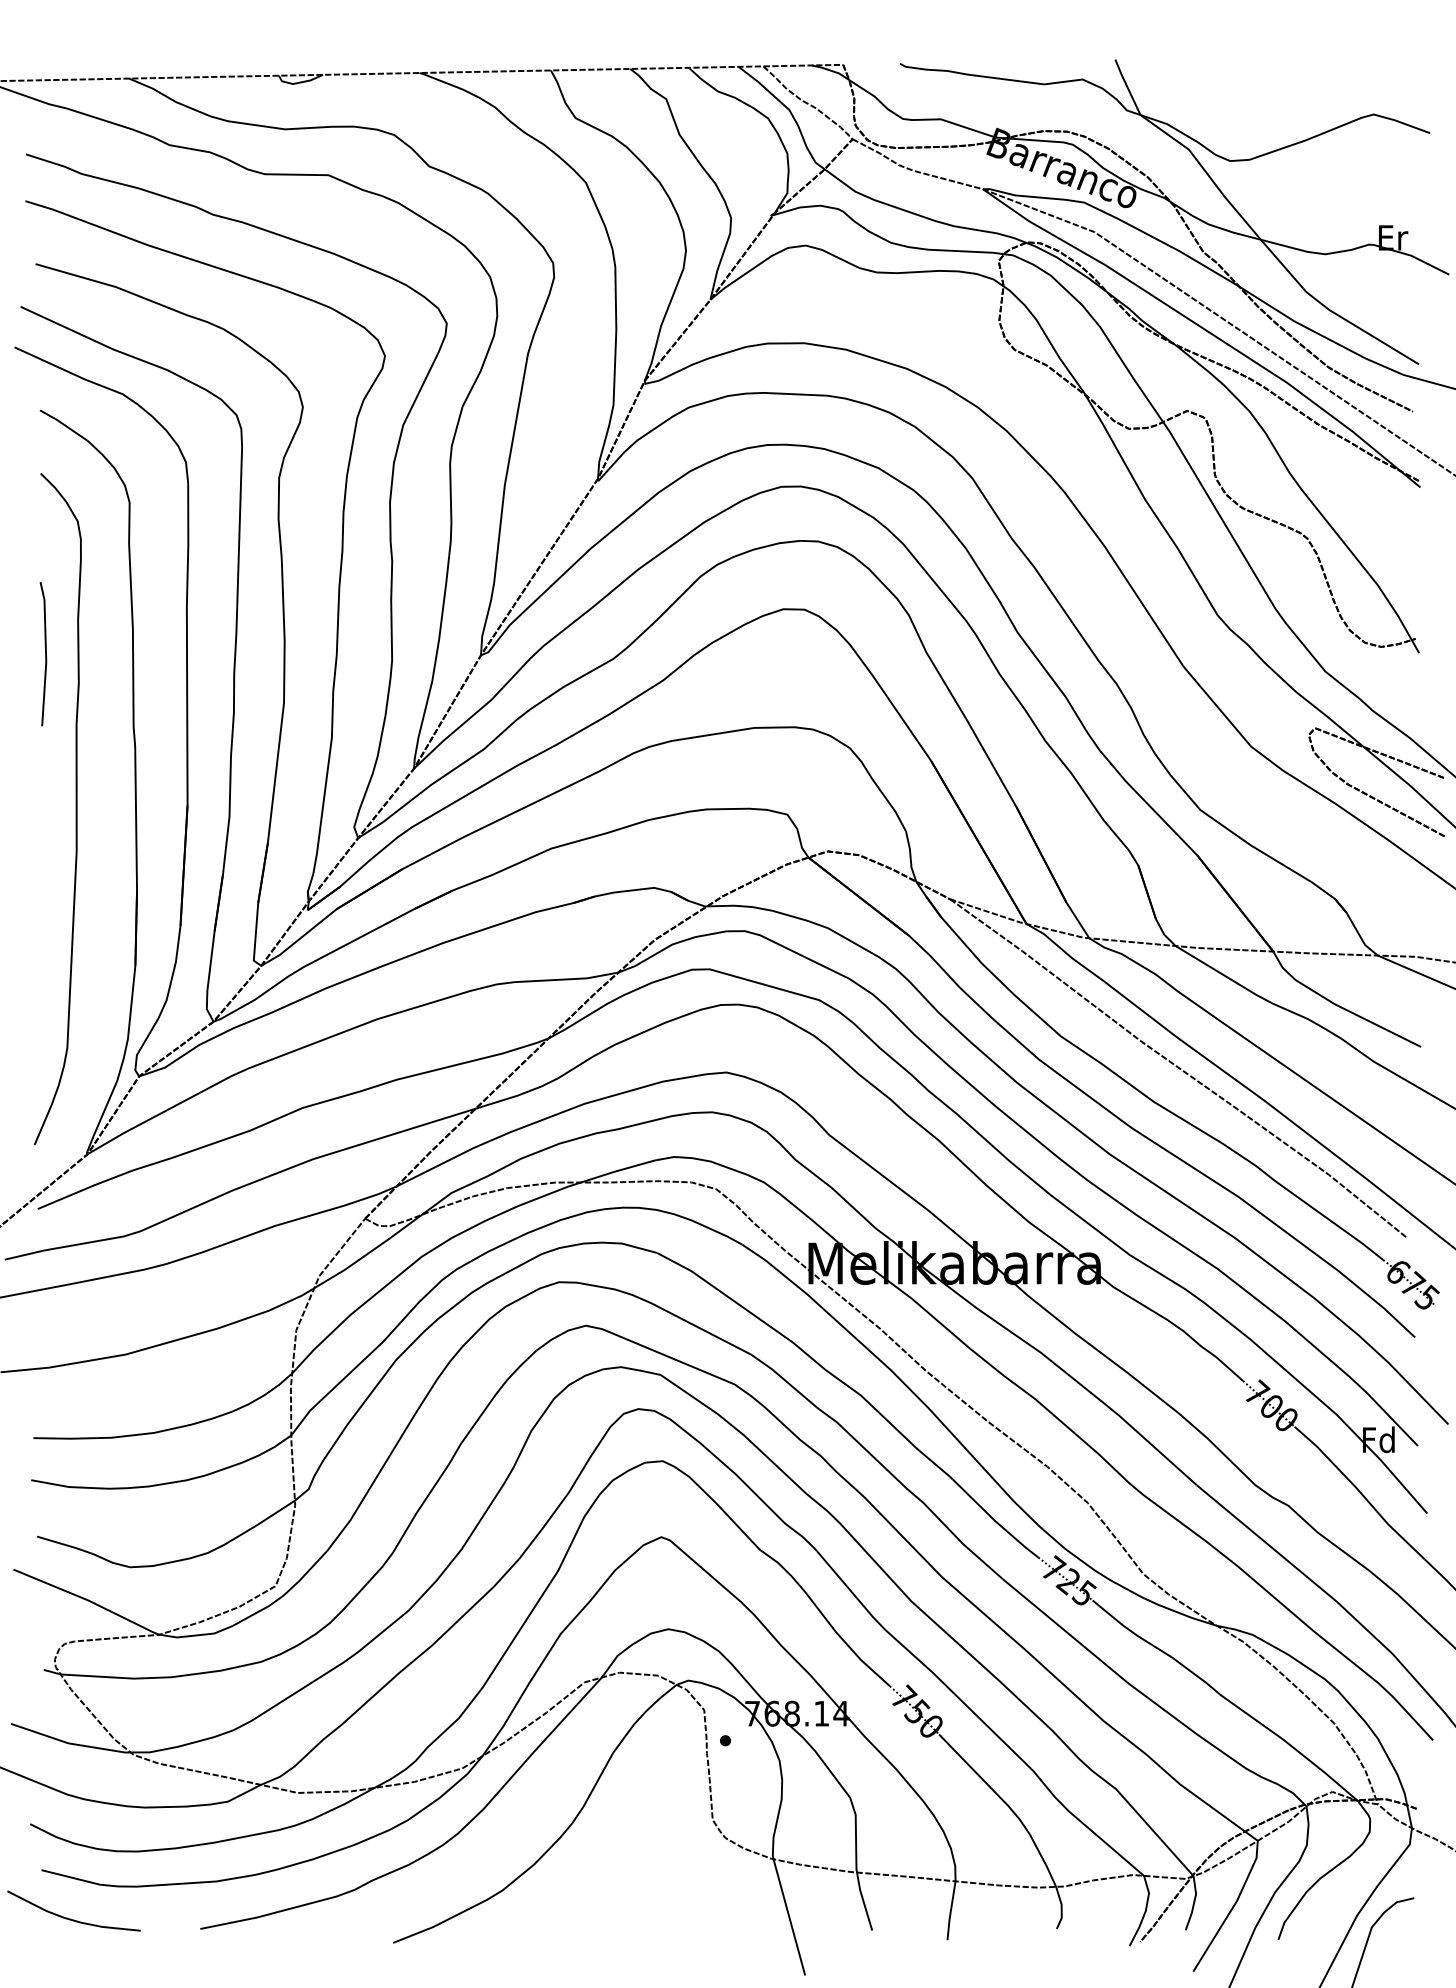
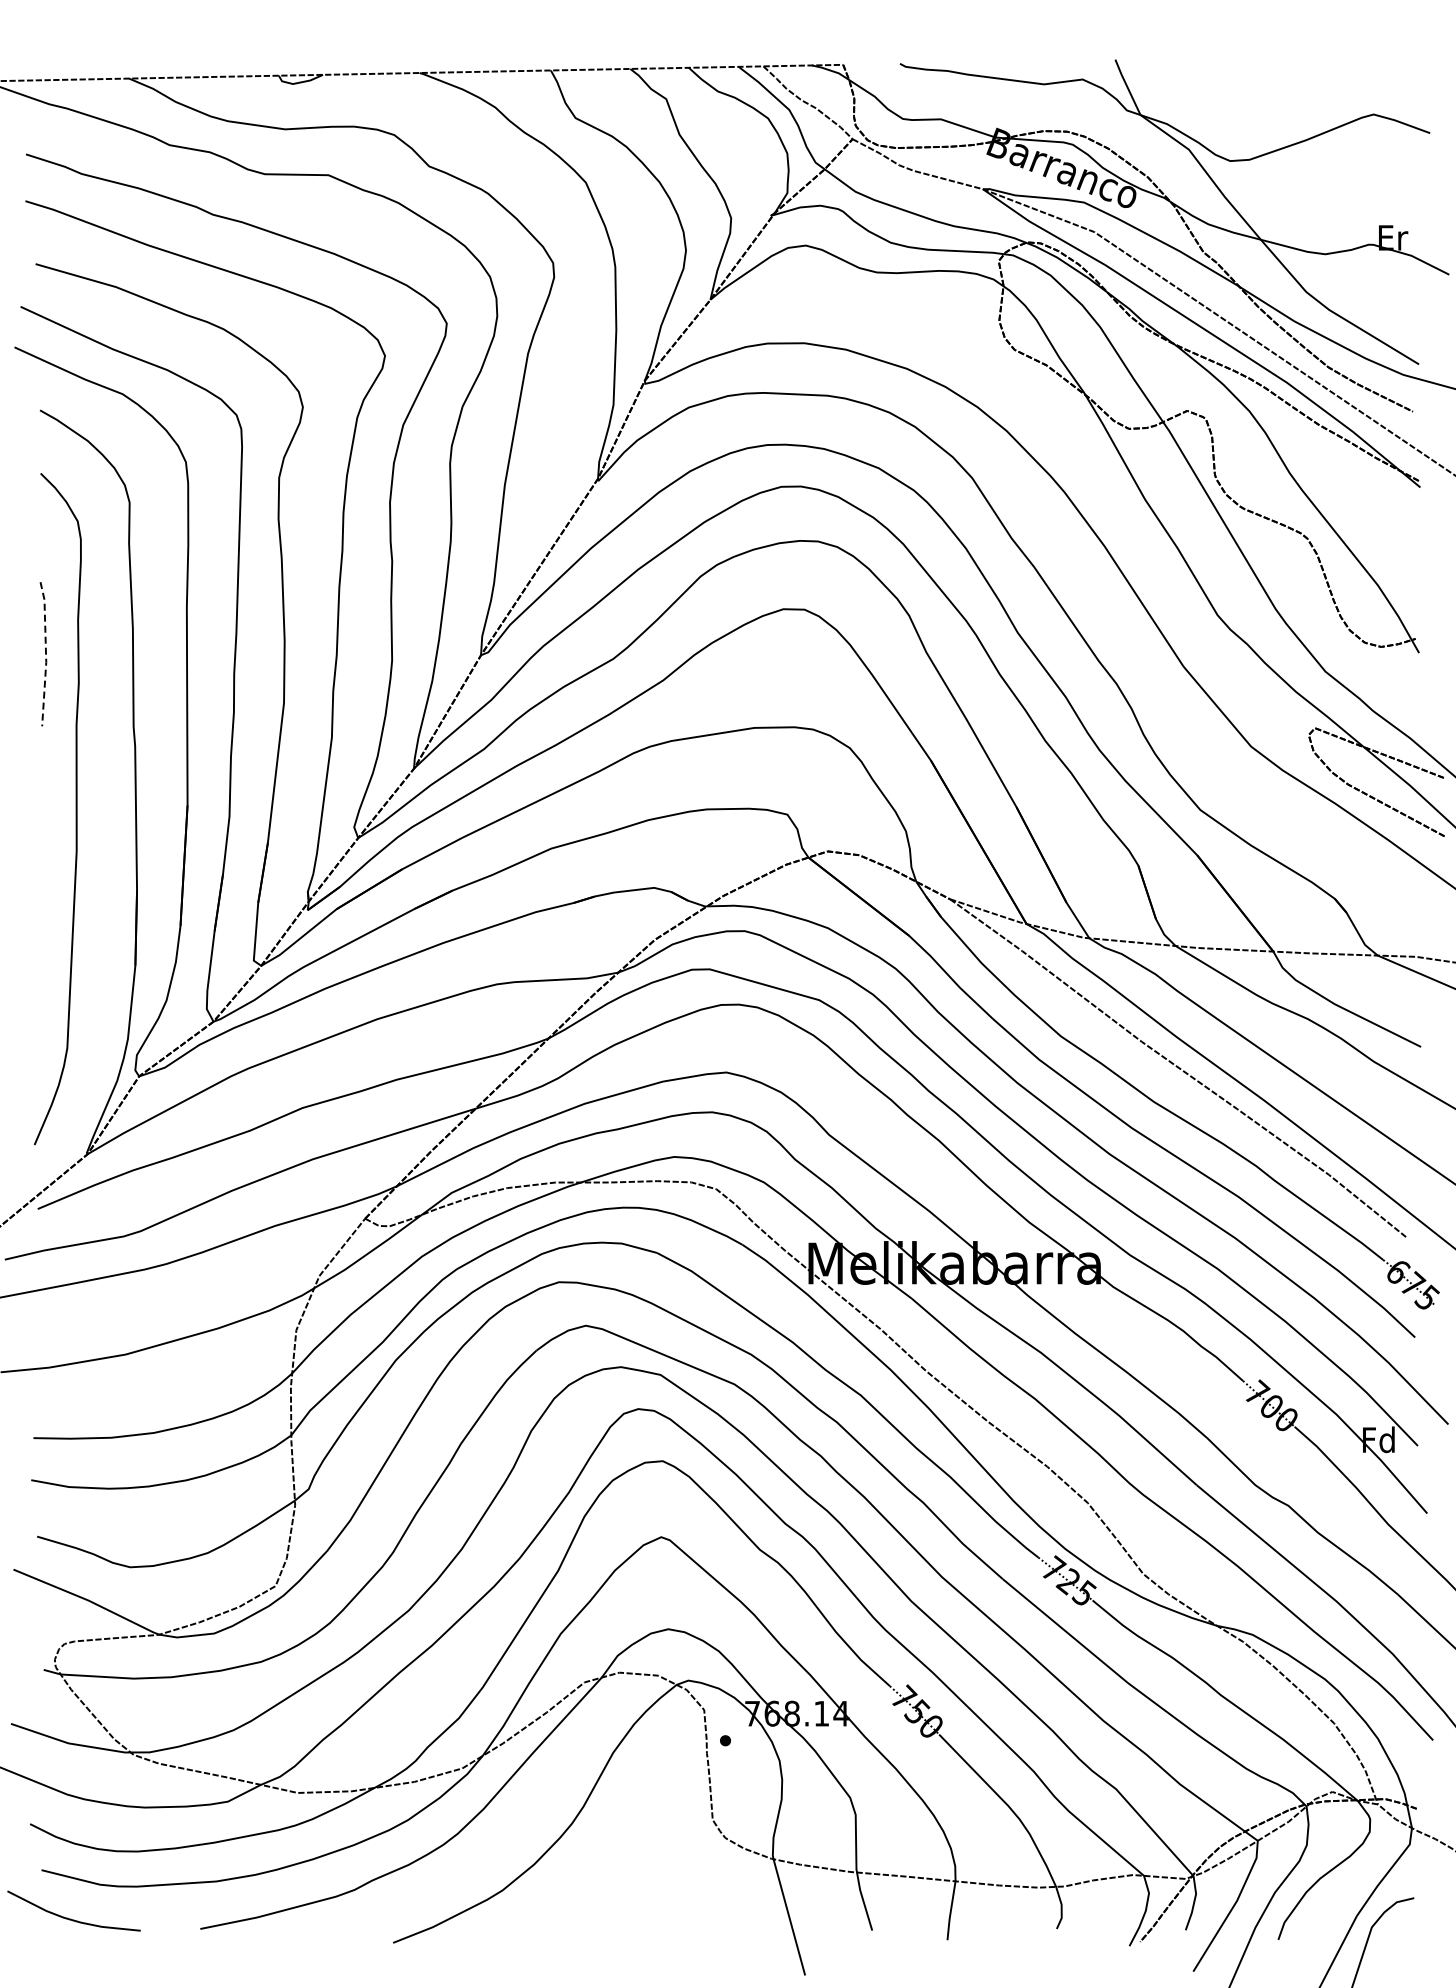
line at (46, 654): solid -> dashed
